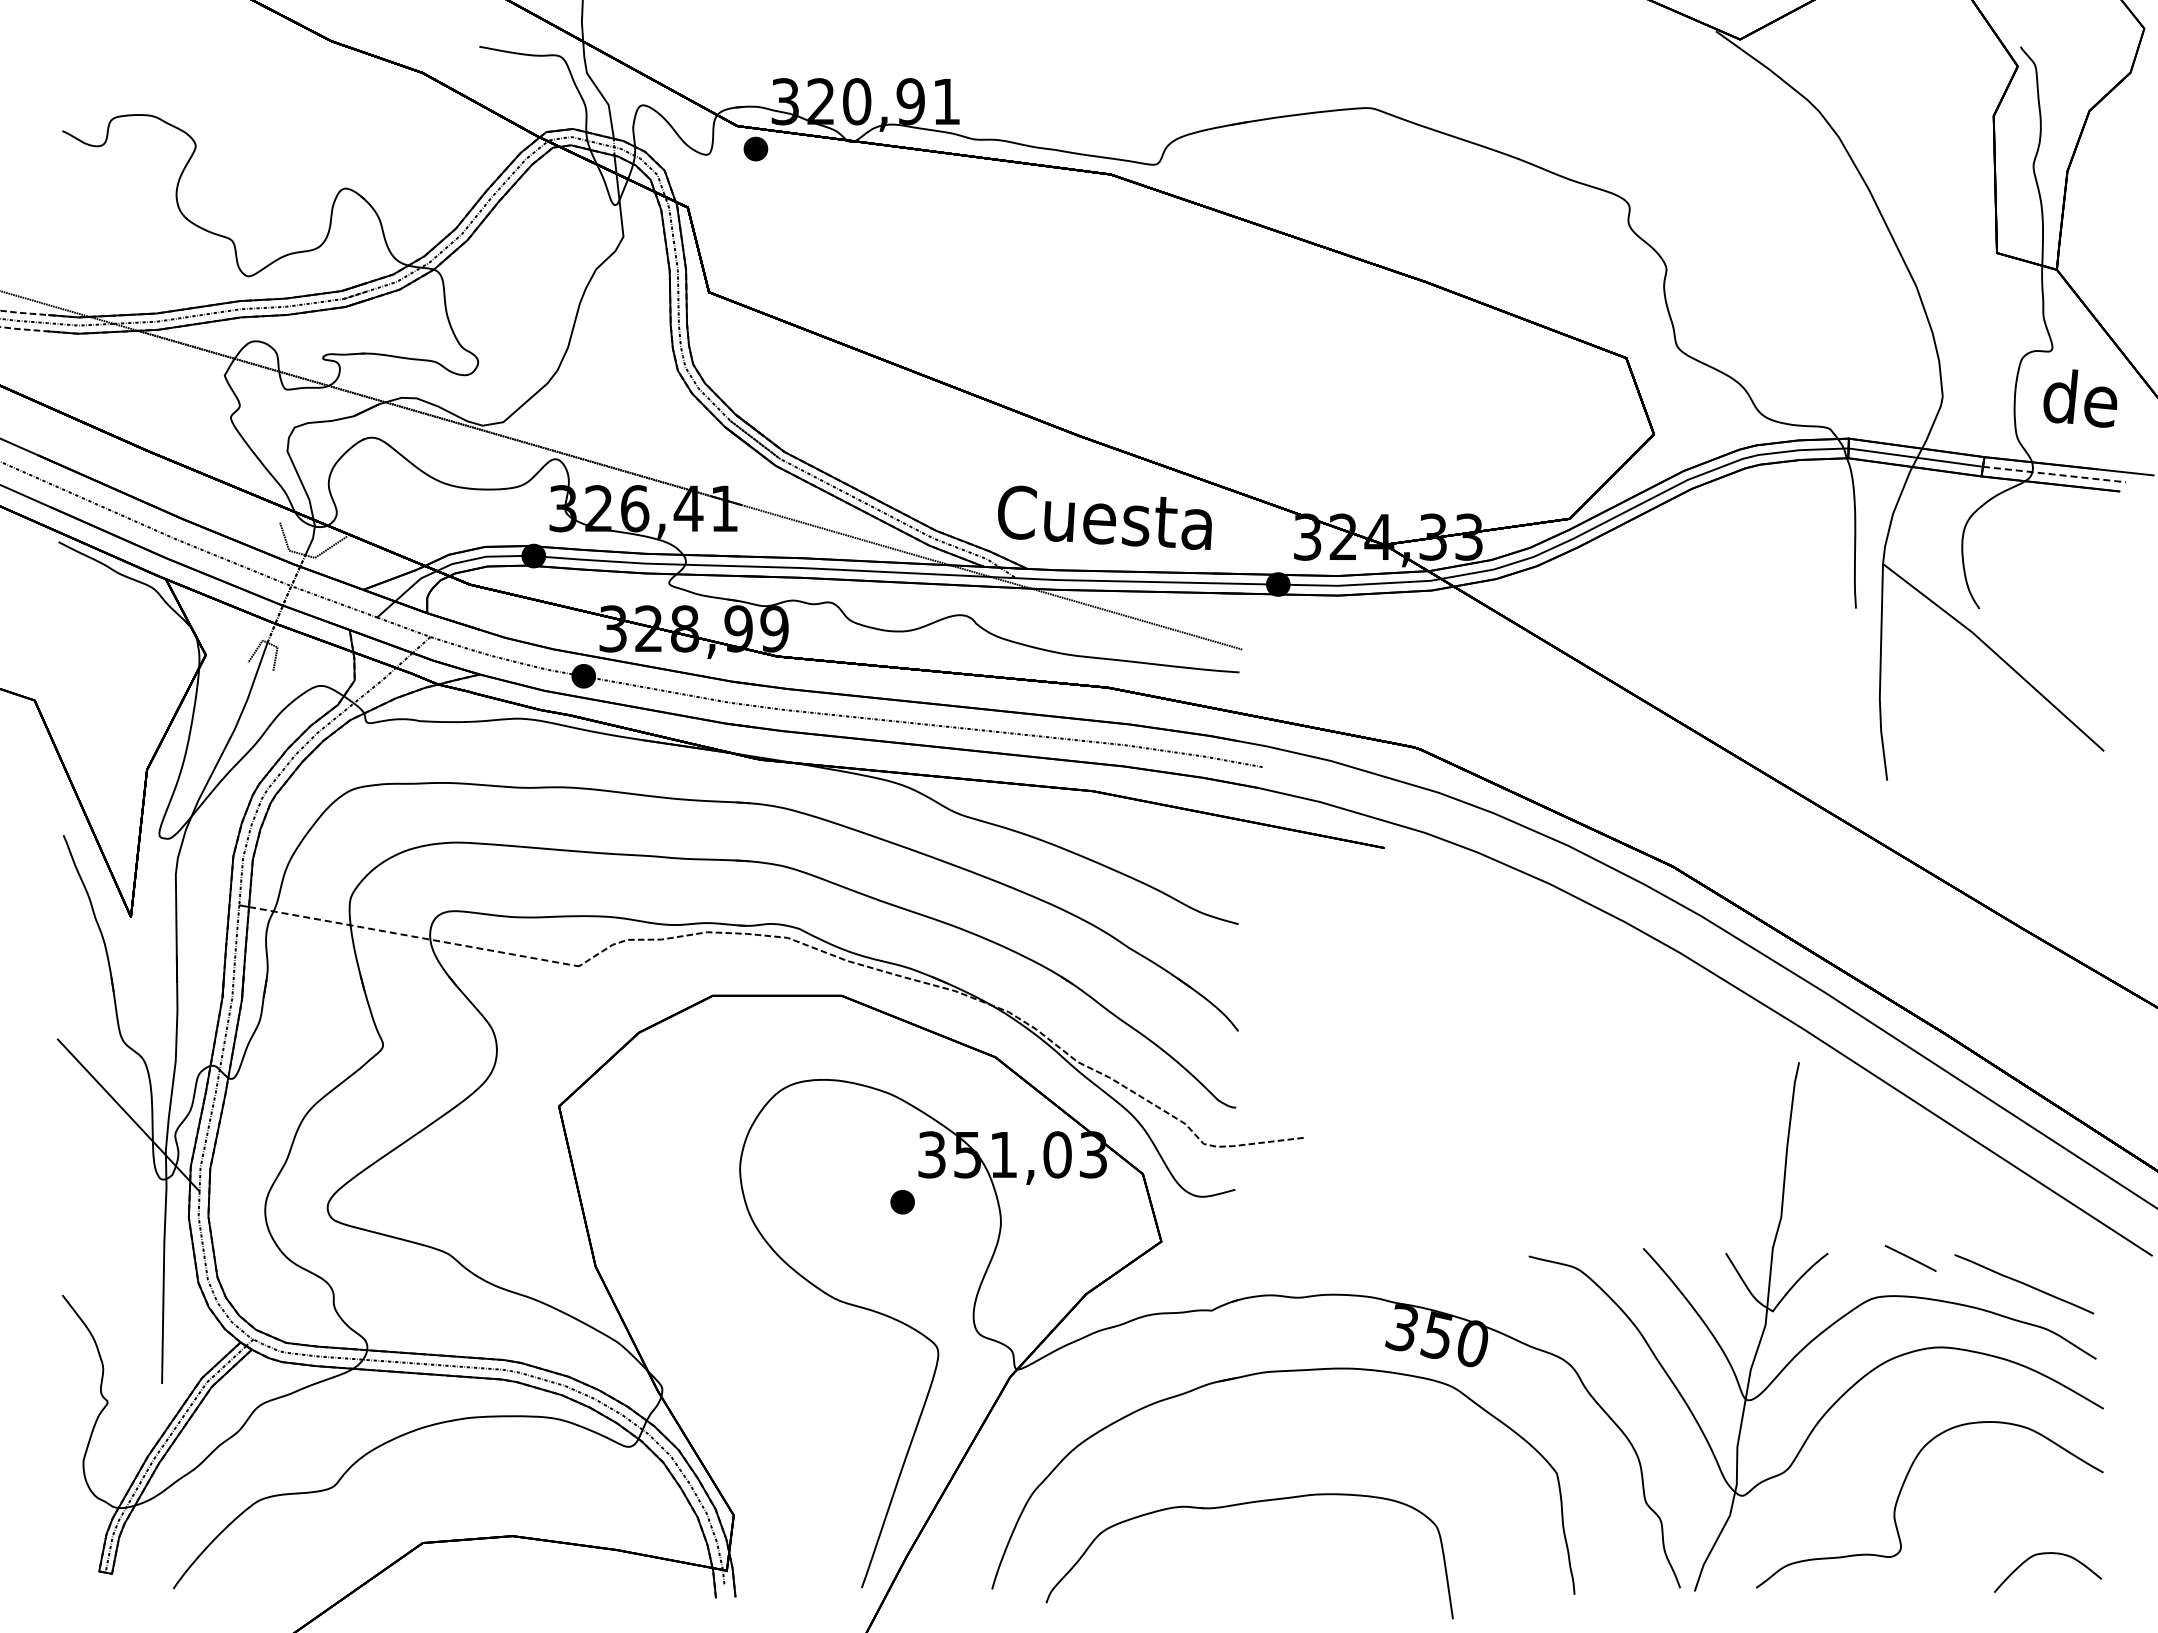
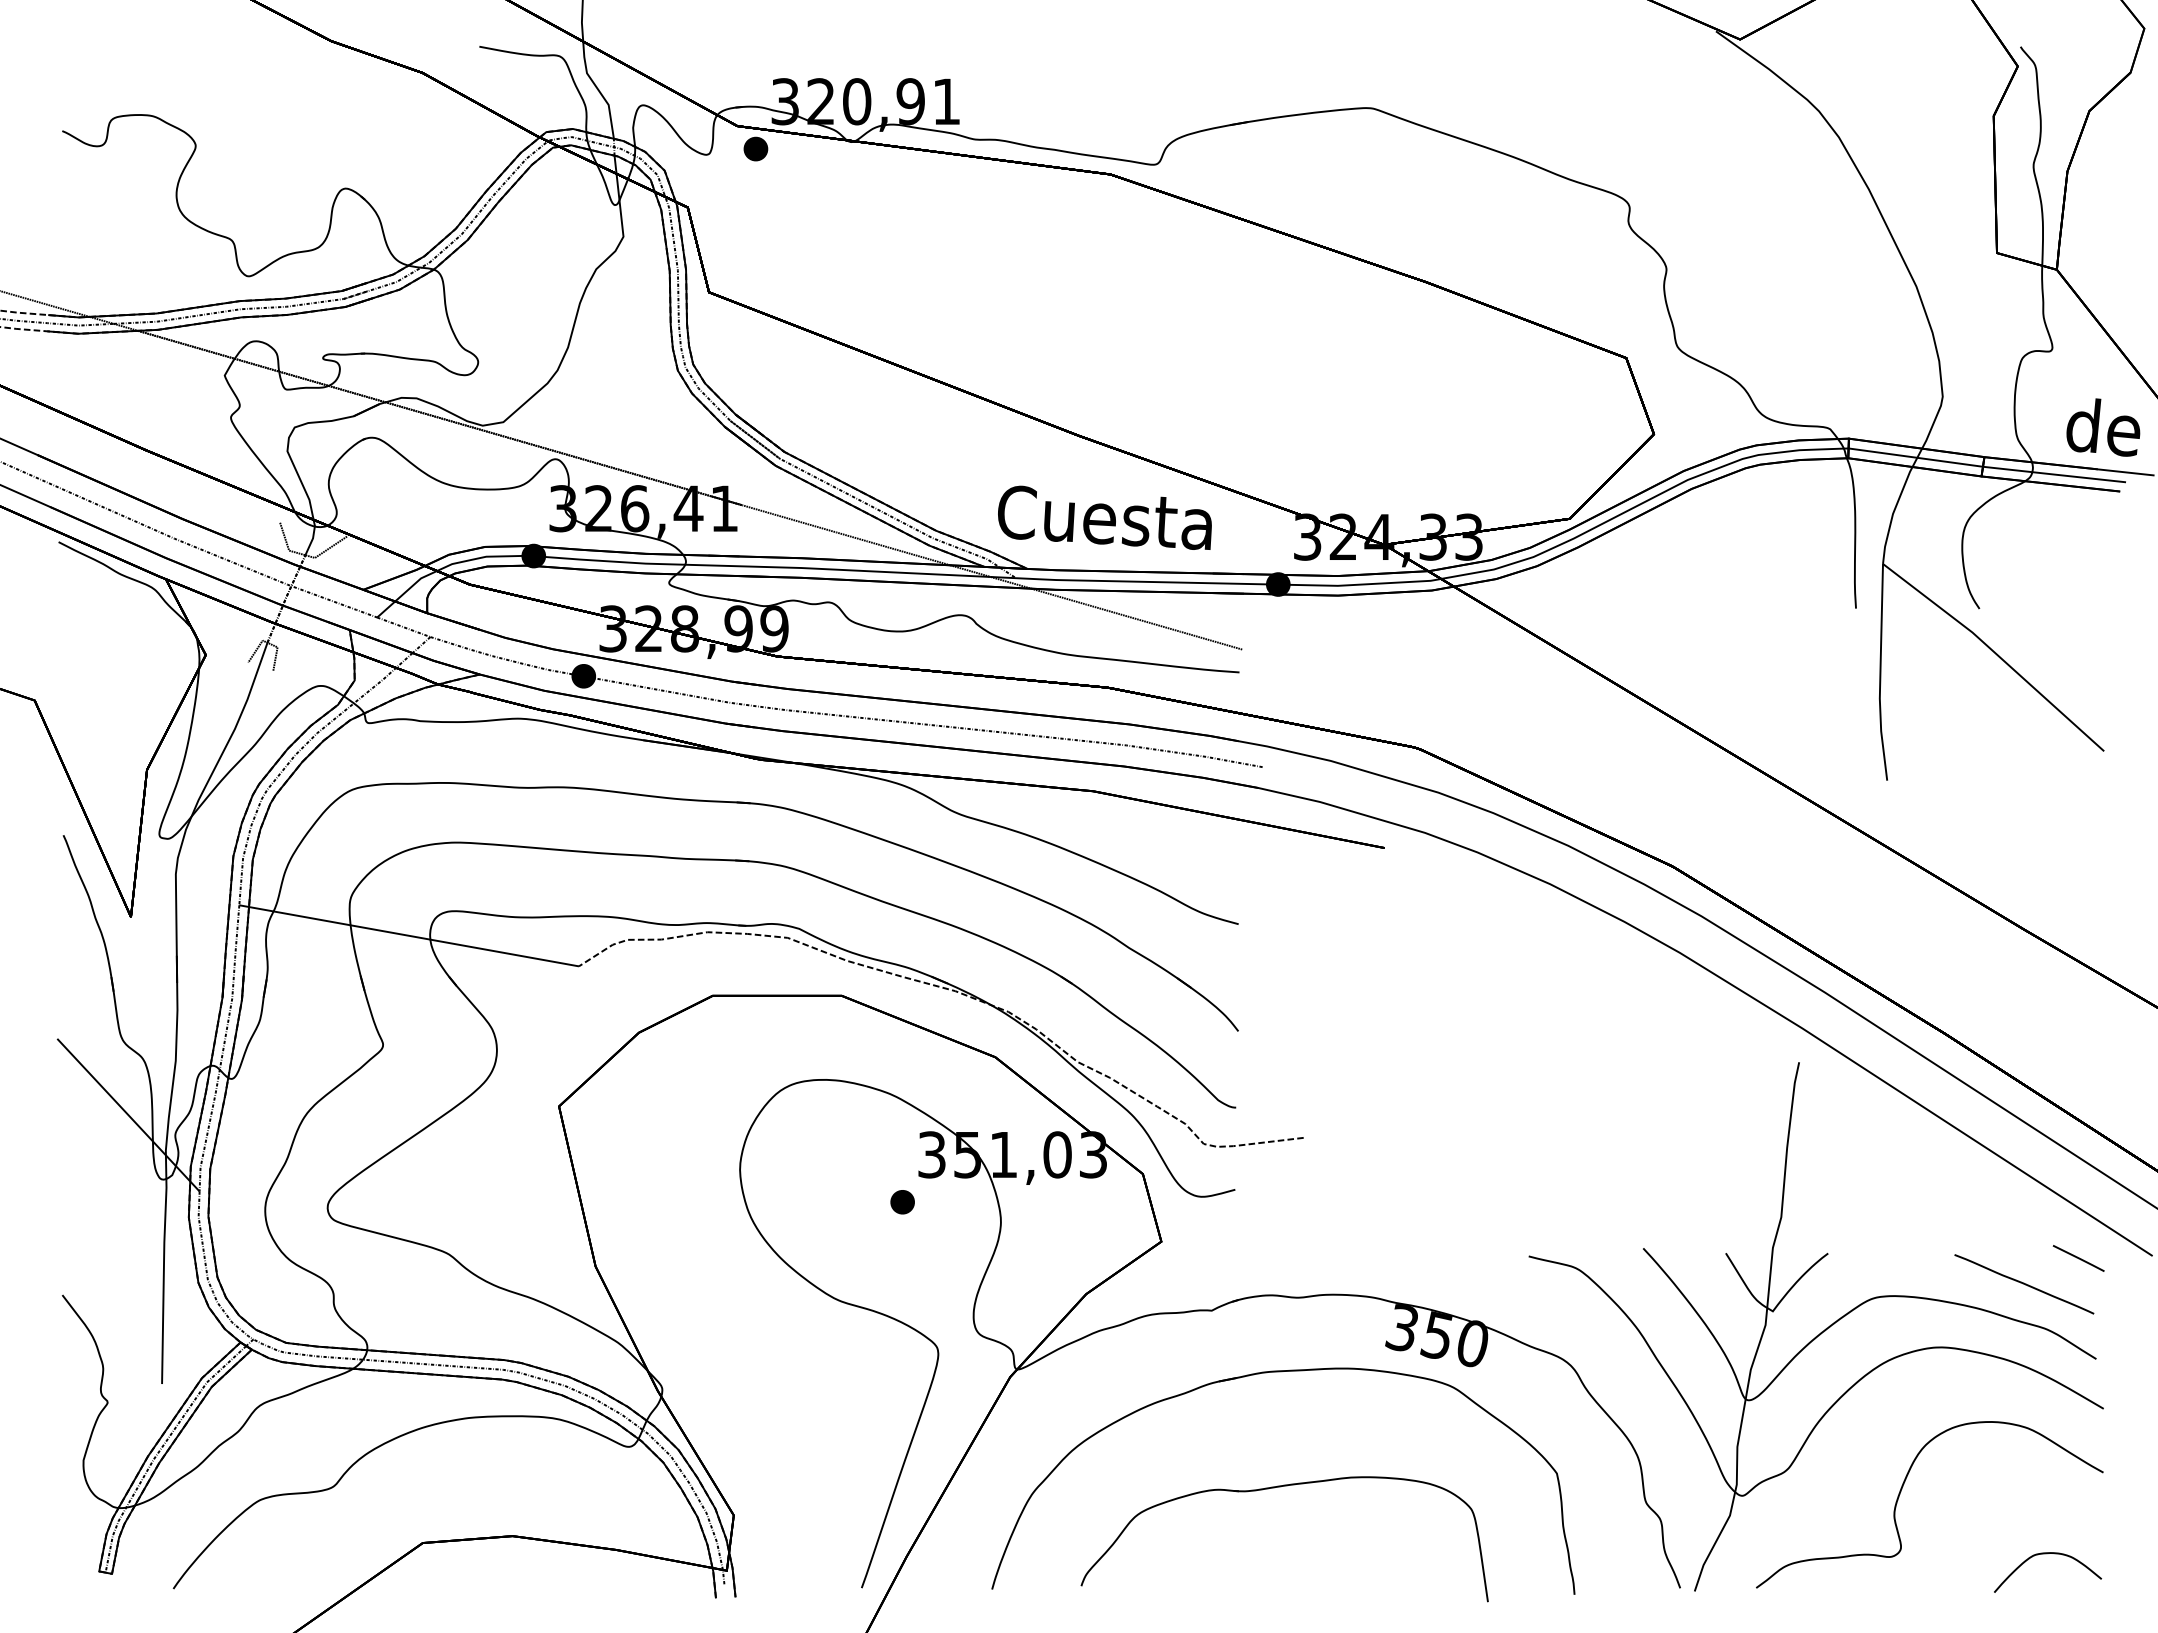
text at (2080, 398) position: (2080, 398) -> (2103, 427)
line at (2053, 474): dashed -> solid
line at (414, 936): dashed -> solid
line at (1910, 1258) position: (1910, 1258) -> (2078, 1258)
part at (1239, 1505) position: (1239, 1505) -> (1274, 1488)
